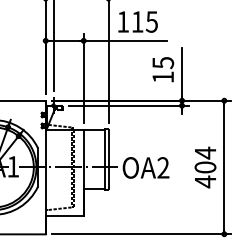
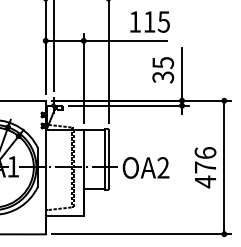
text at (137, 21) position: (137, 21) -> (149, 21)
text at (163, 77): 15 -> 35
text at (205, 159): 404 -> 476
